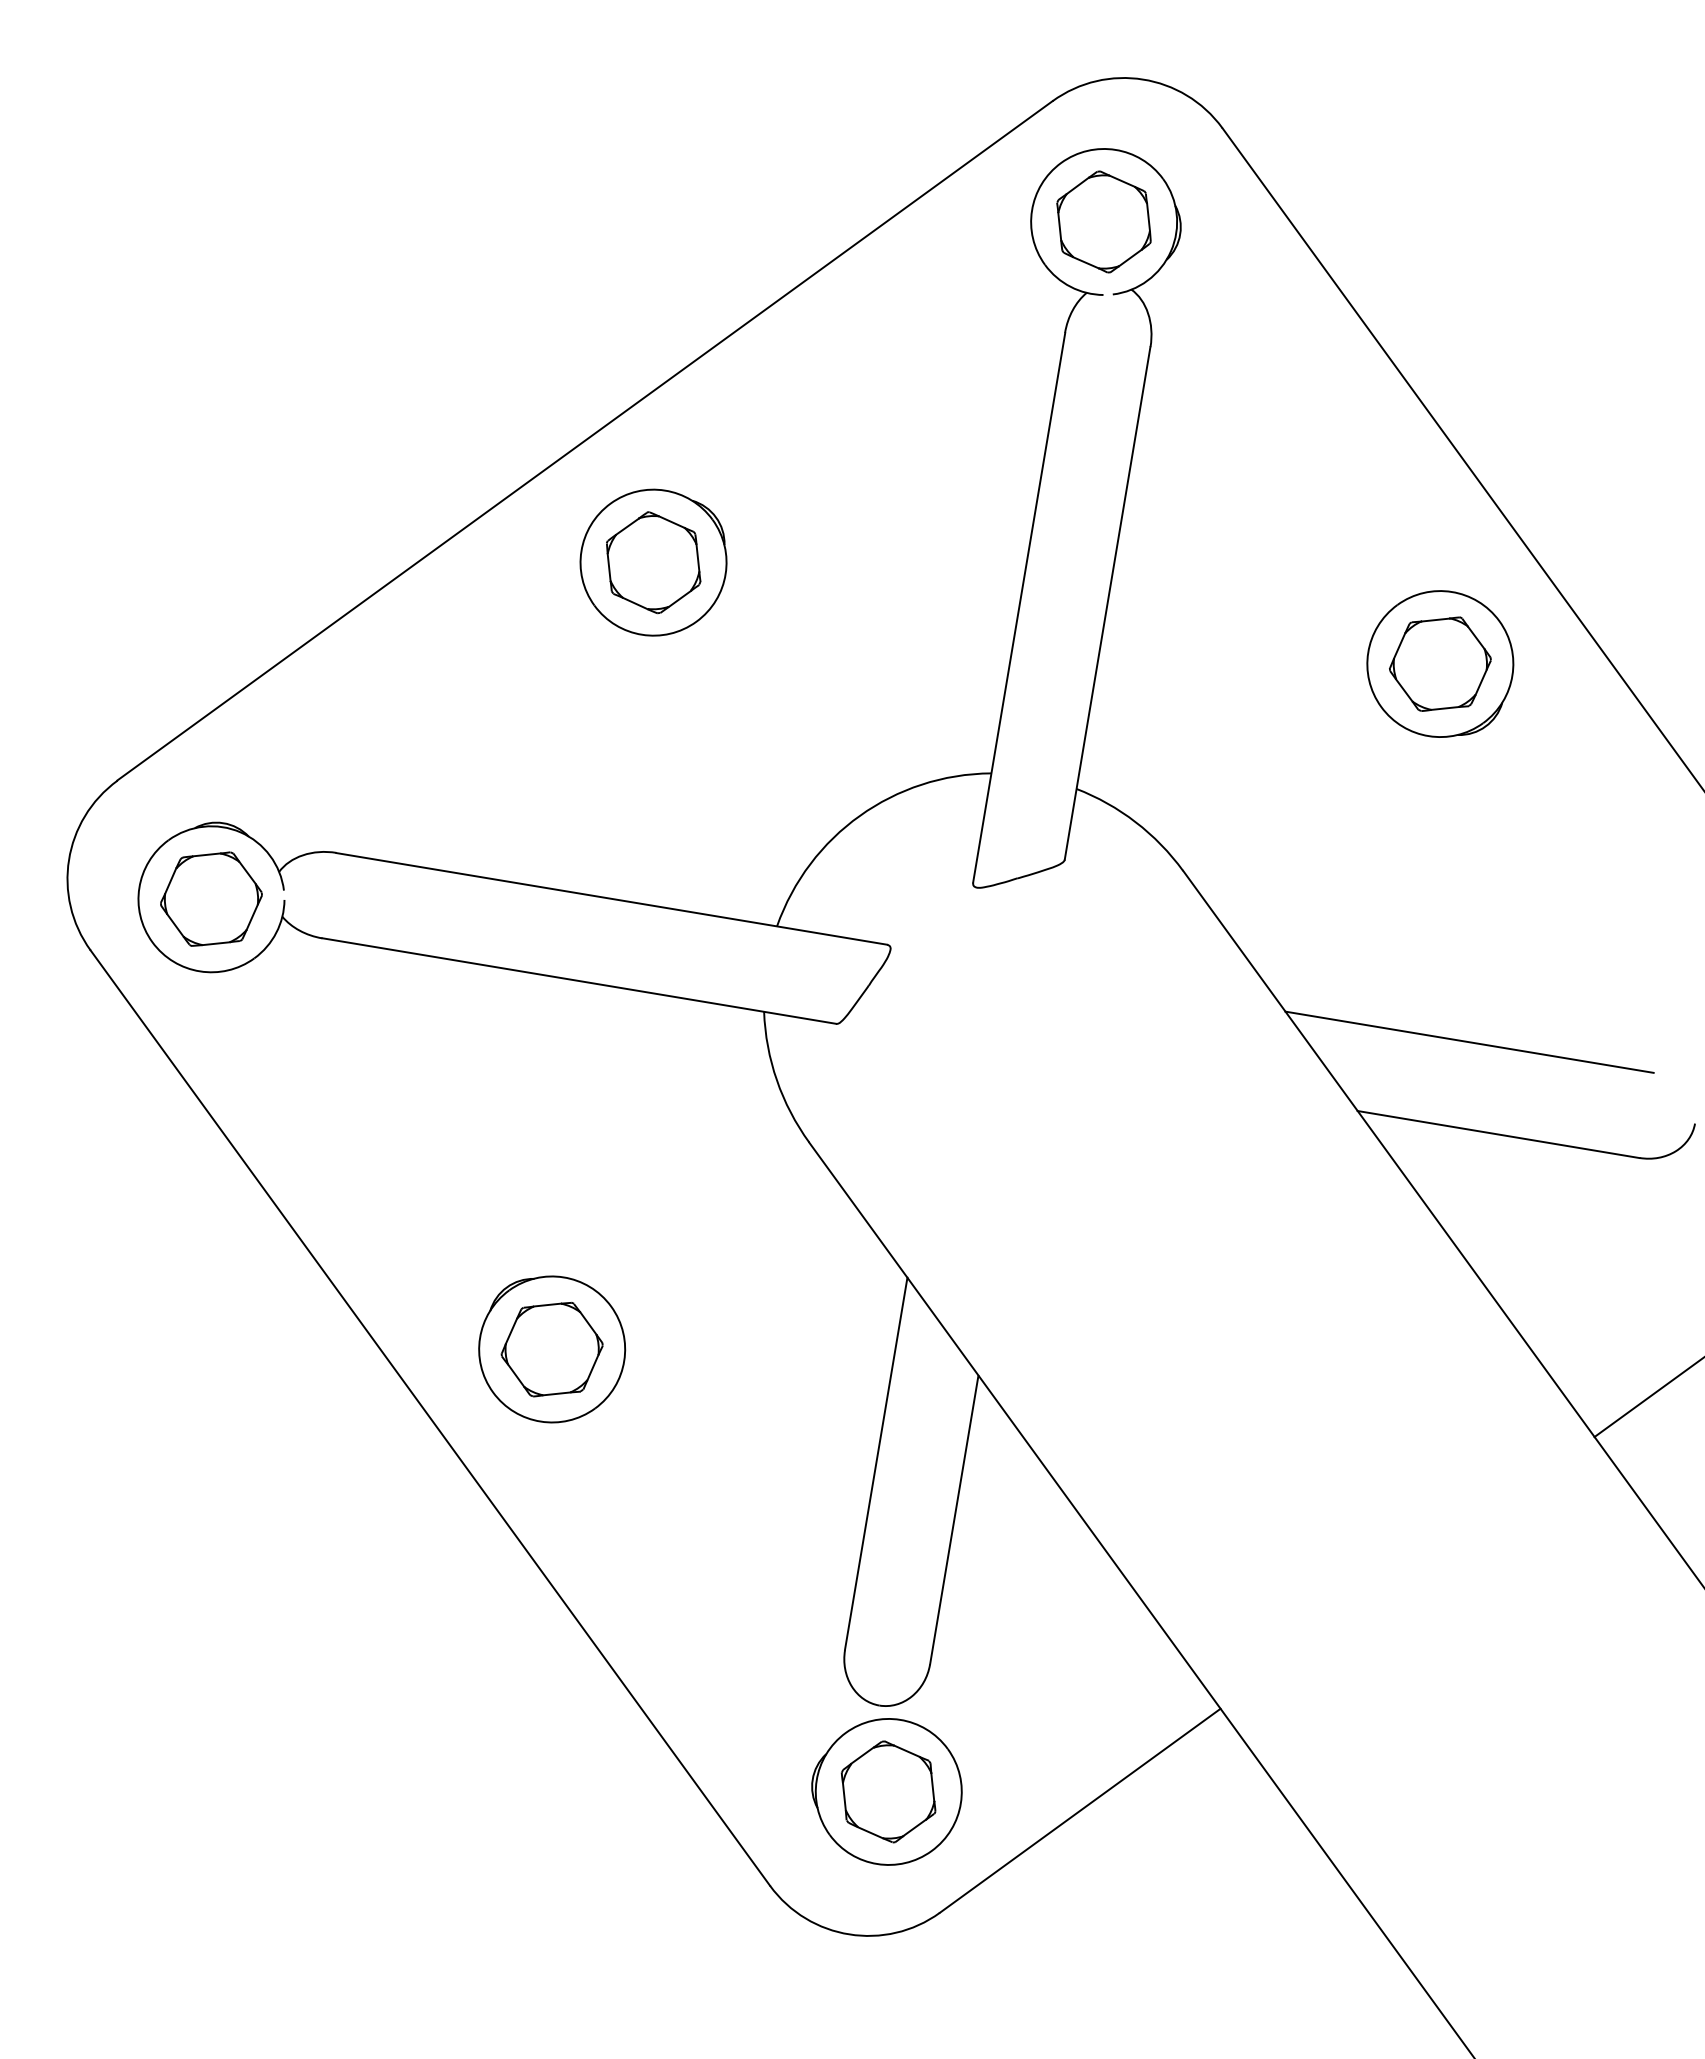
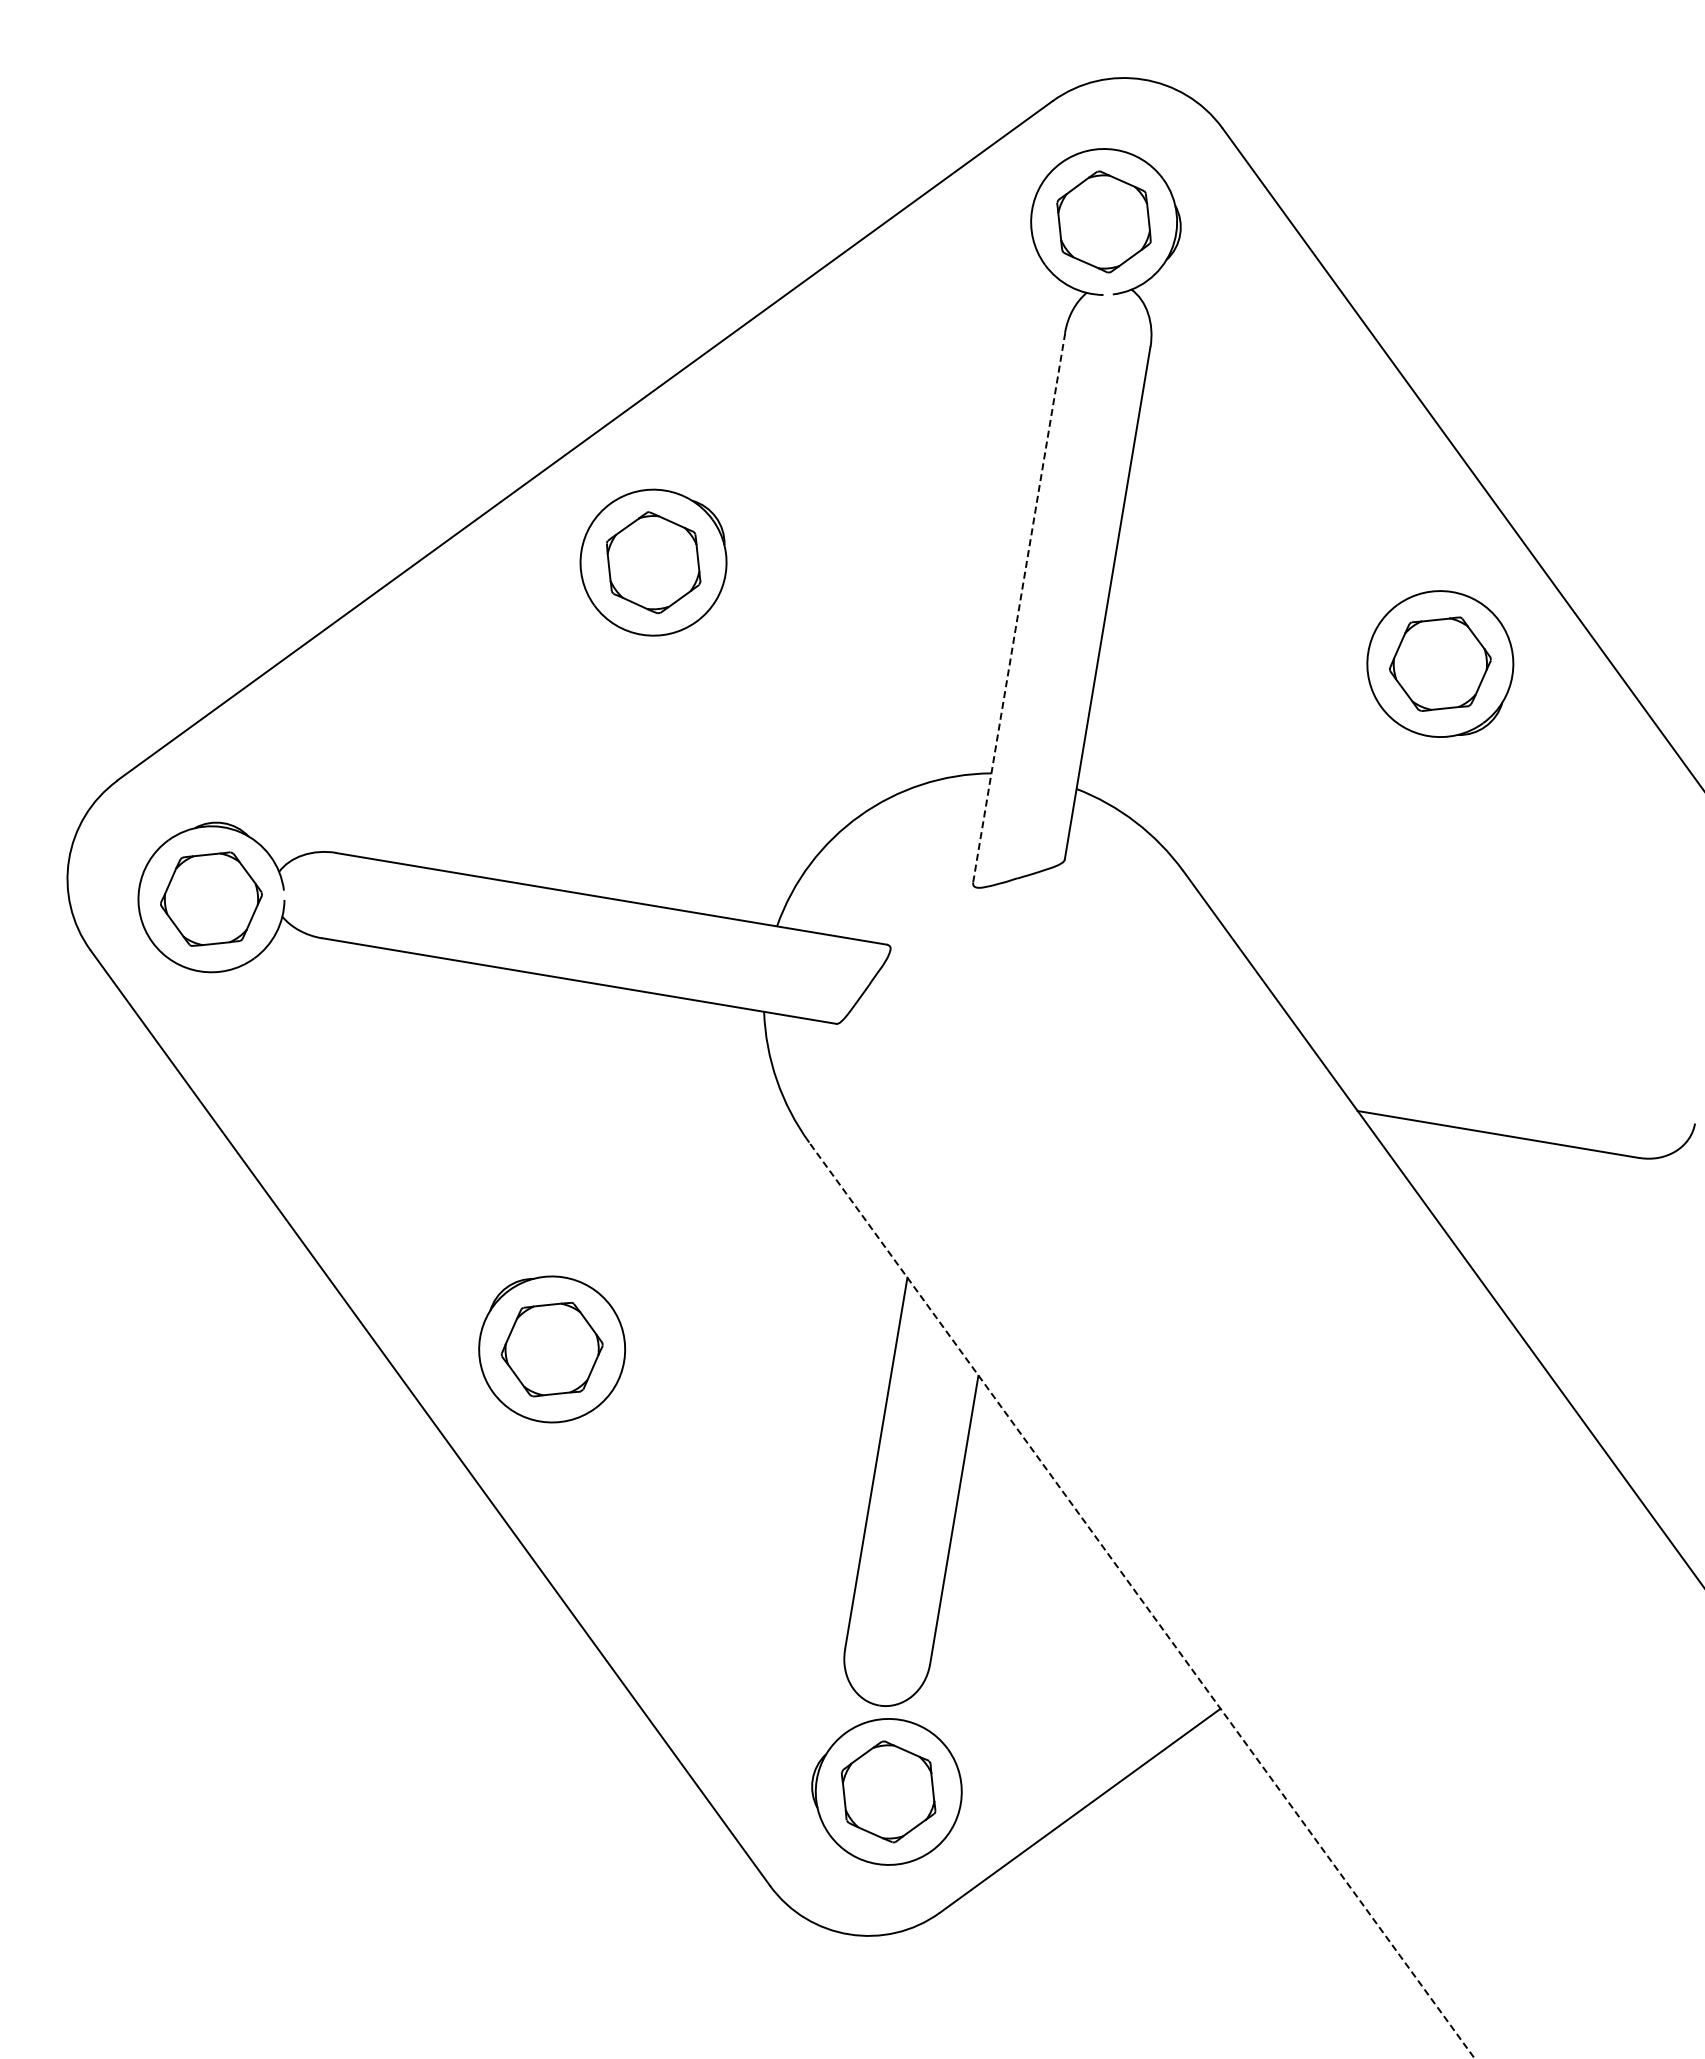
line at (1019, 607): solid -> dashed
line at (1469, 1041): present -> none
line at (1647, 1398): present -> none
line at (1141, 1600): solid -> dashed
